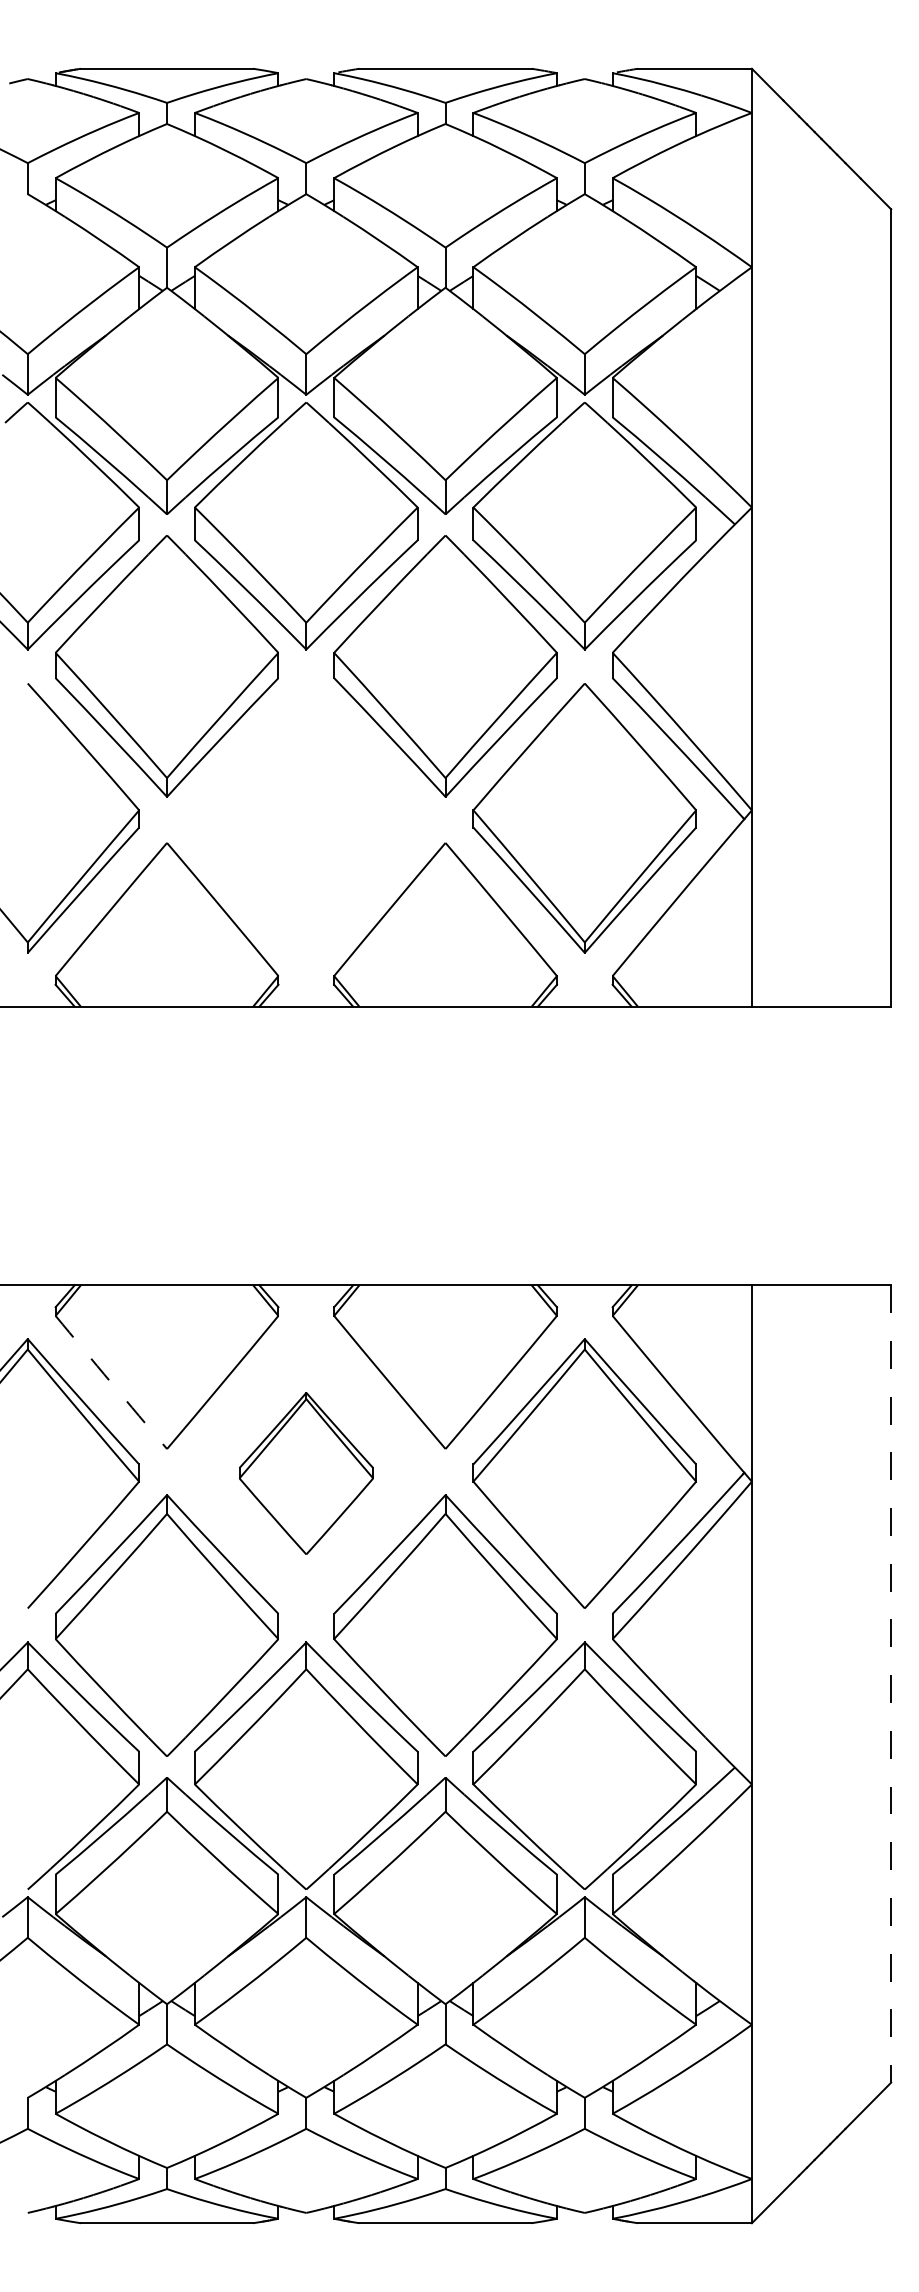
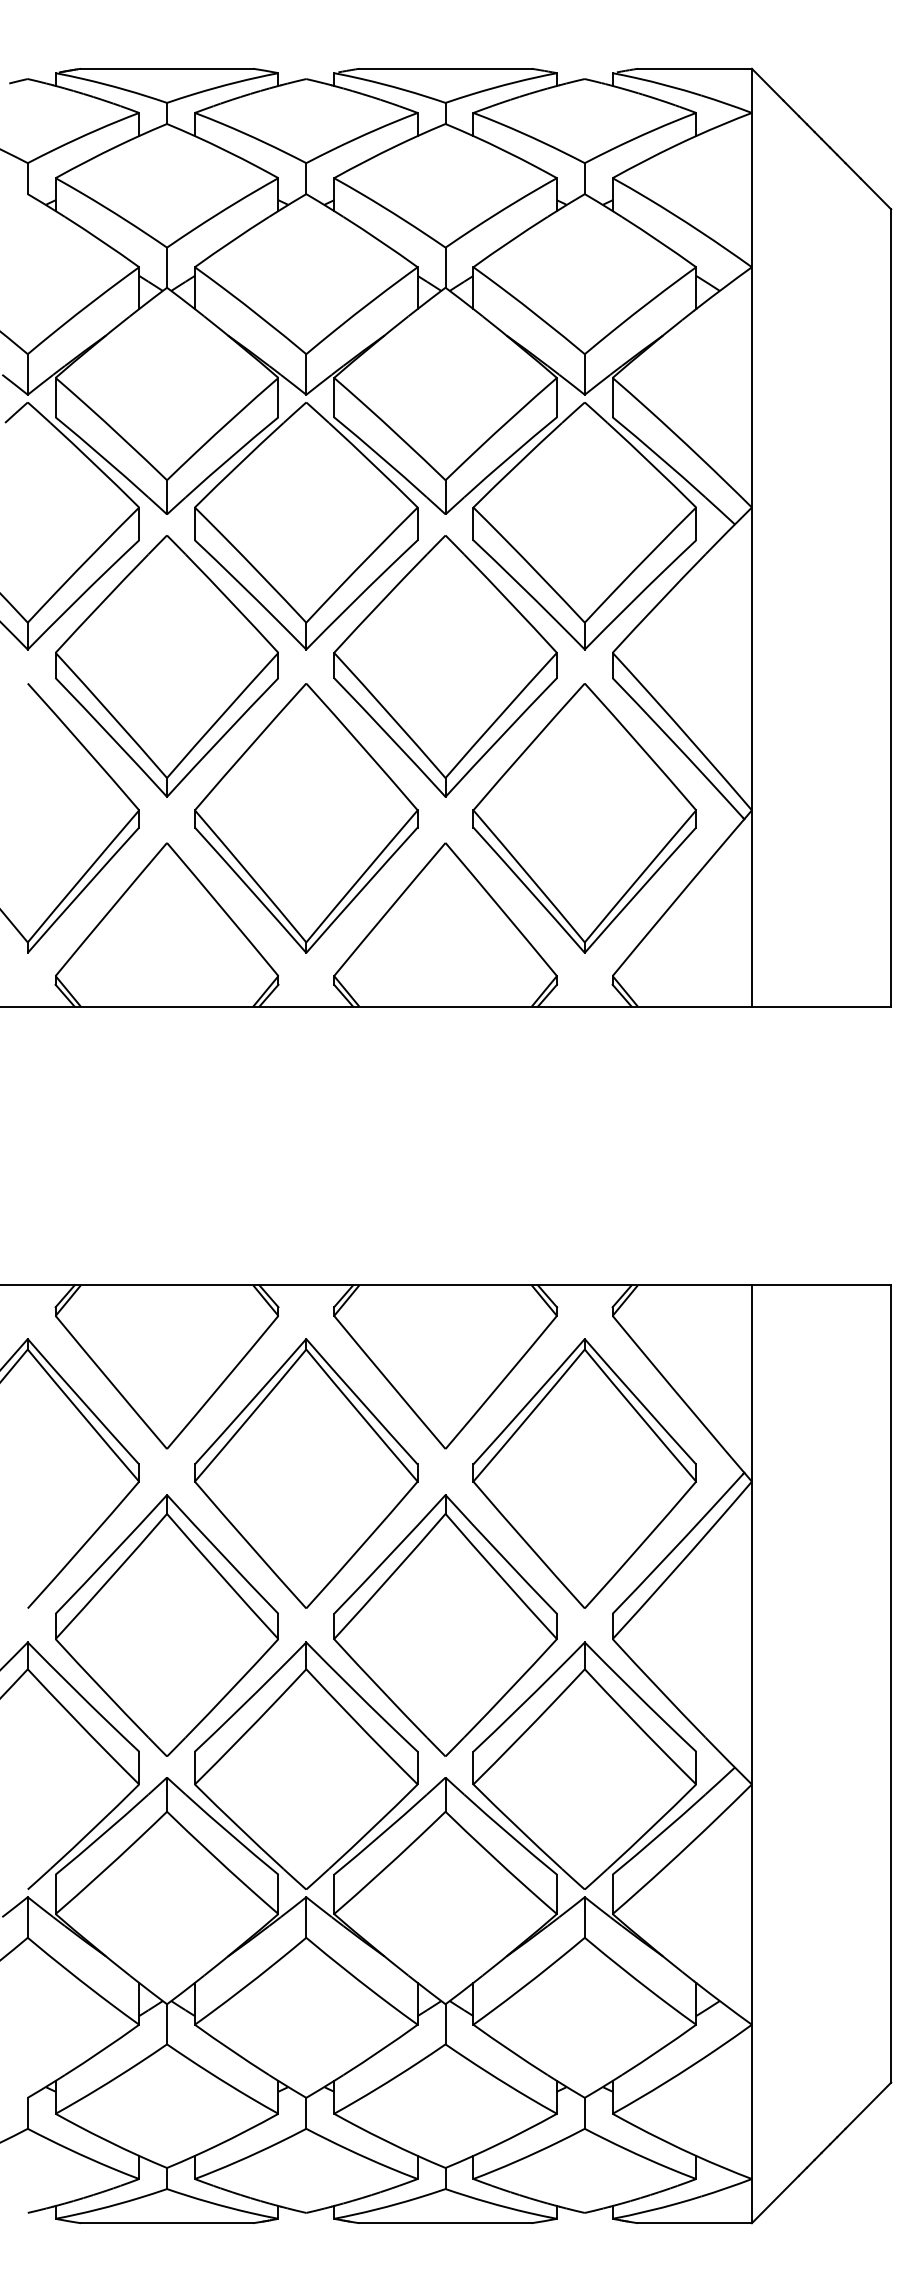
part at (306, 818): none -> present
arc at (111, 1382): dashed -> solid
part at (306, 1473) size: 135x163 px -> 225x271 px
line at (891, 1683): dashed -> solid
